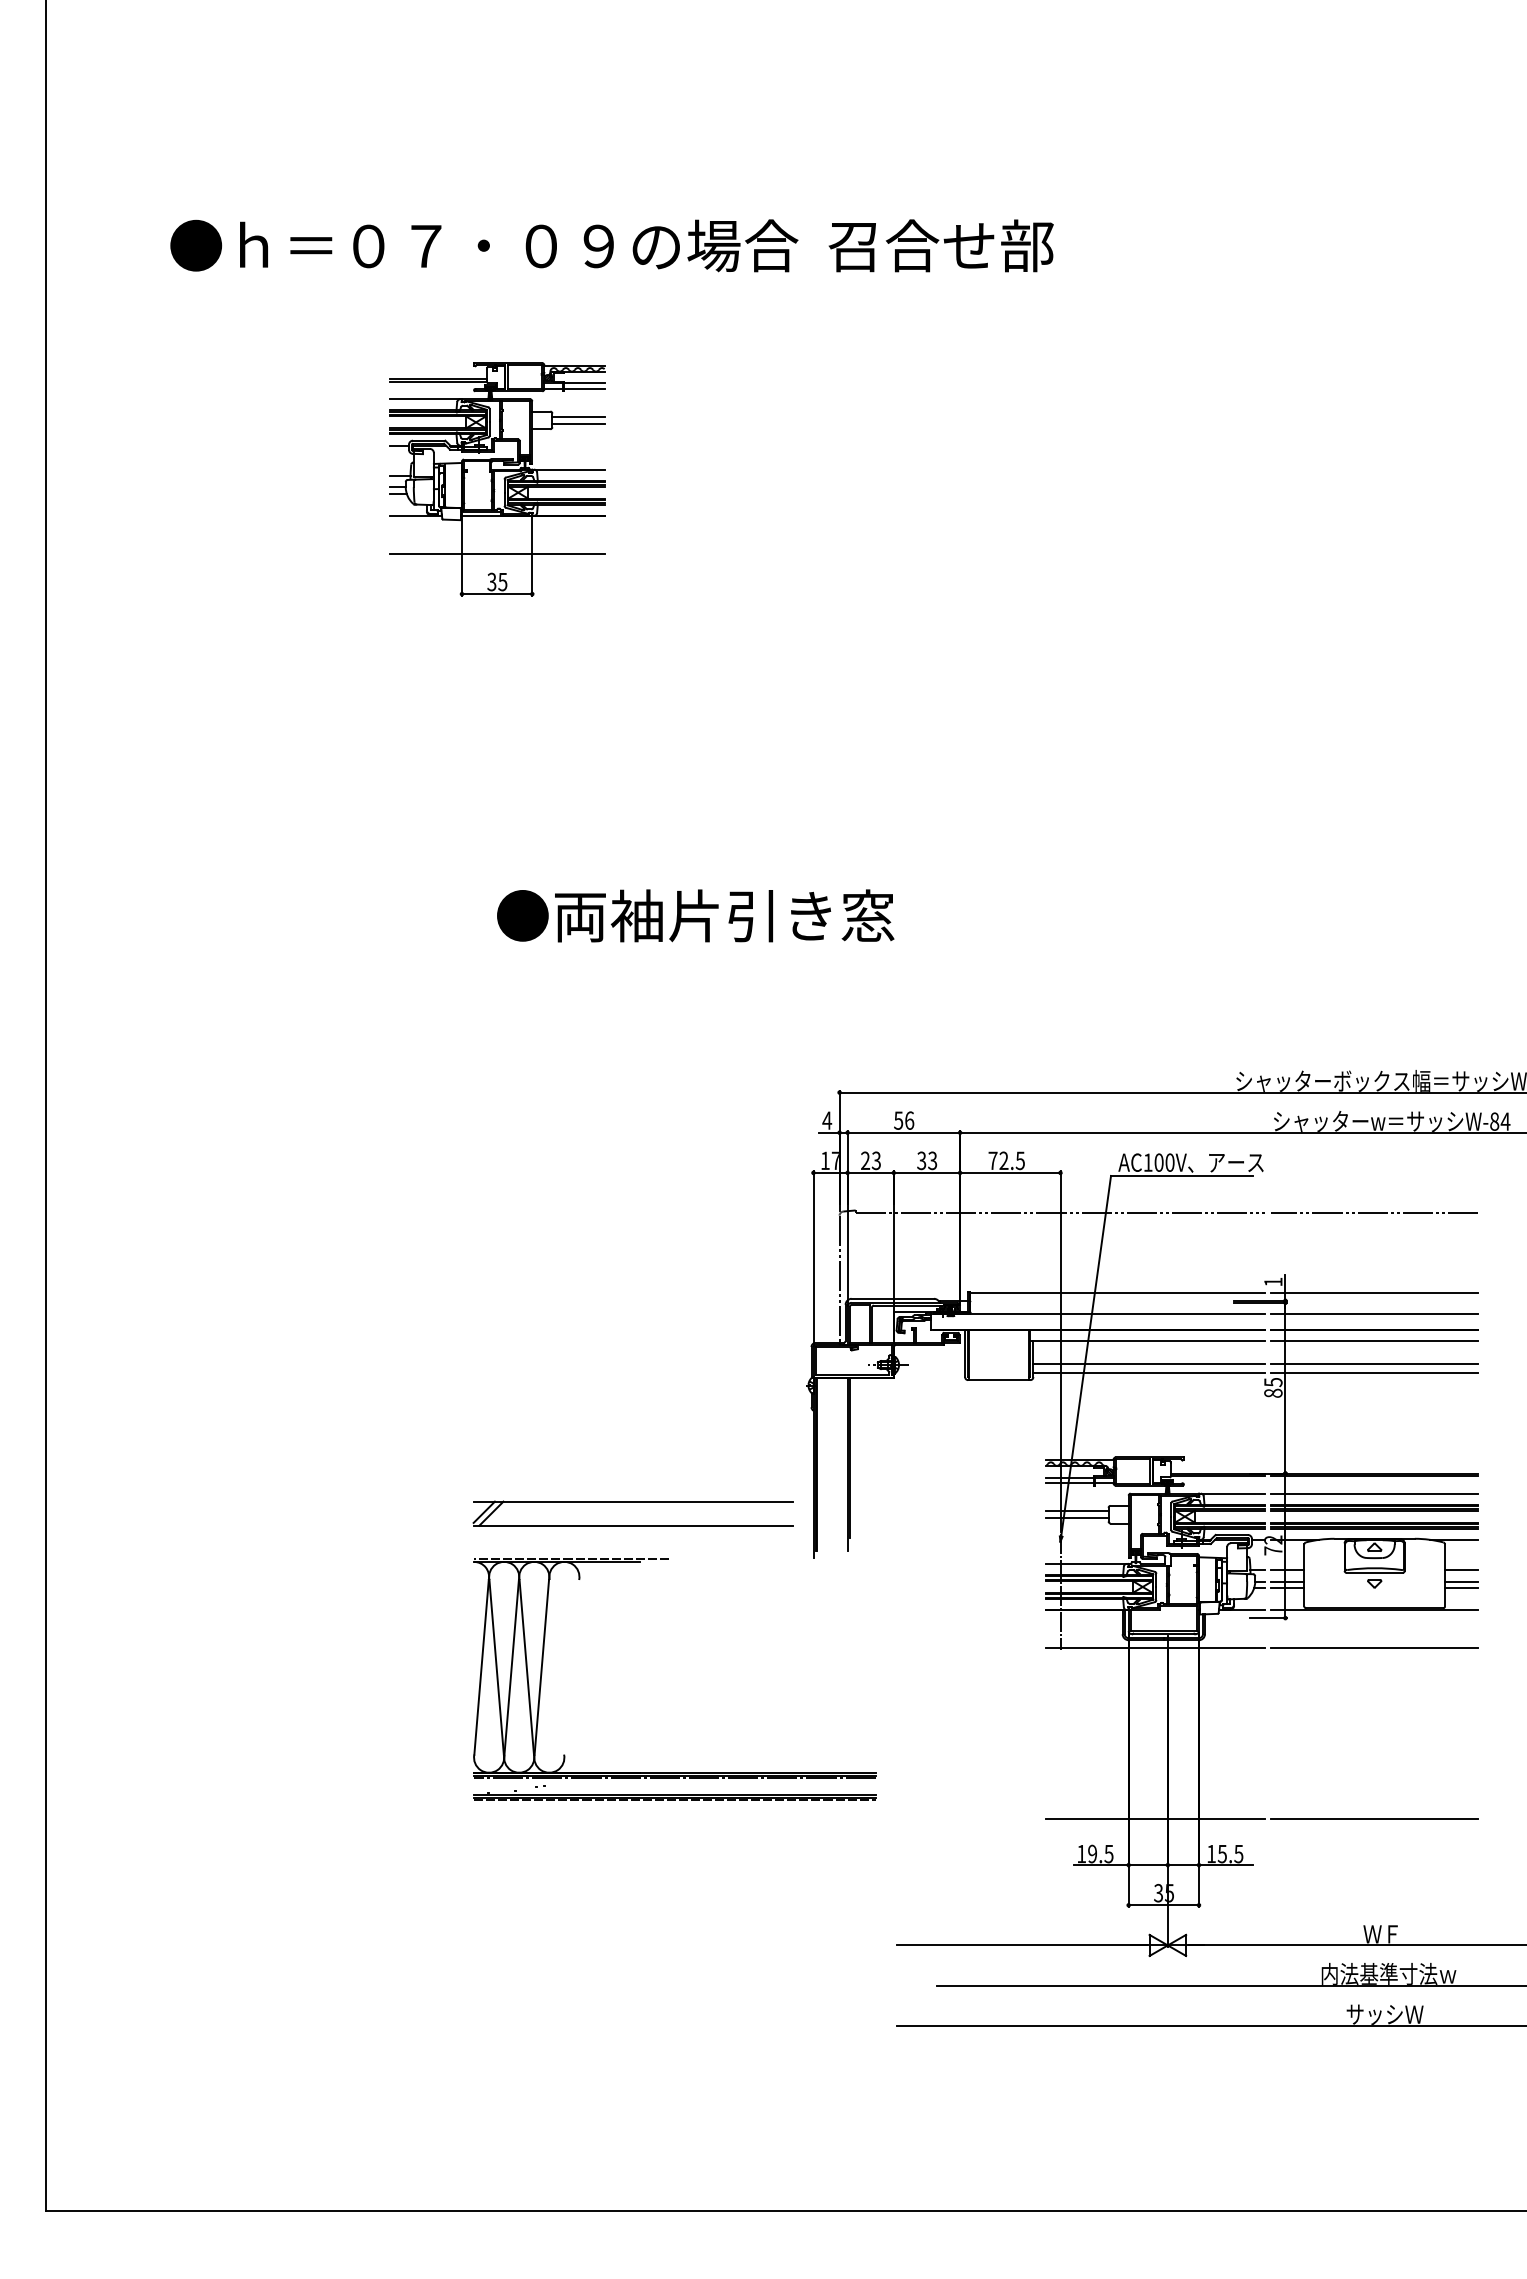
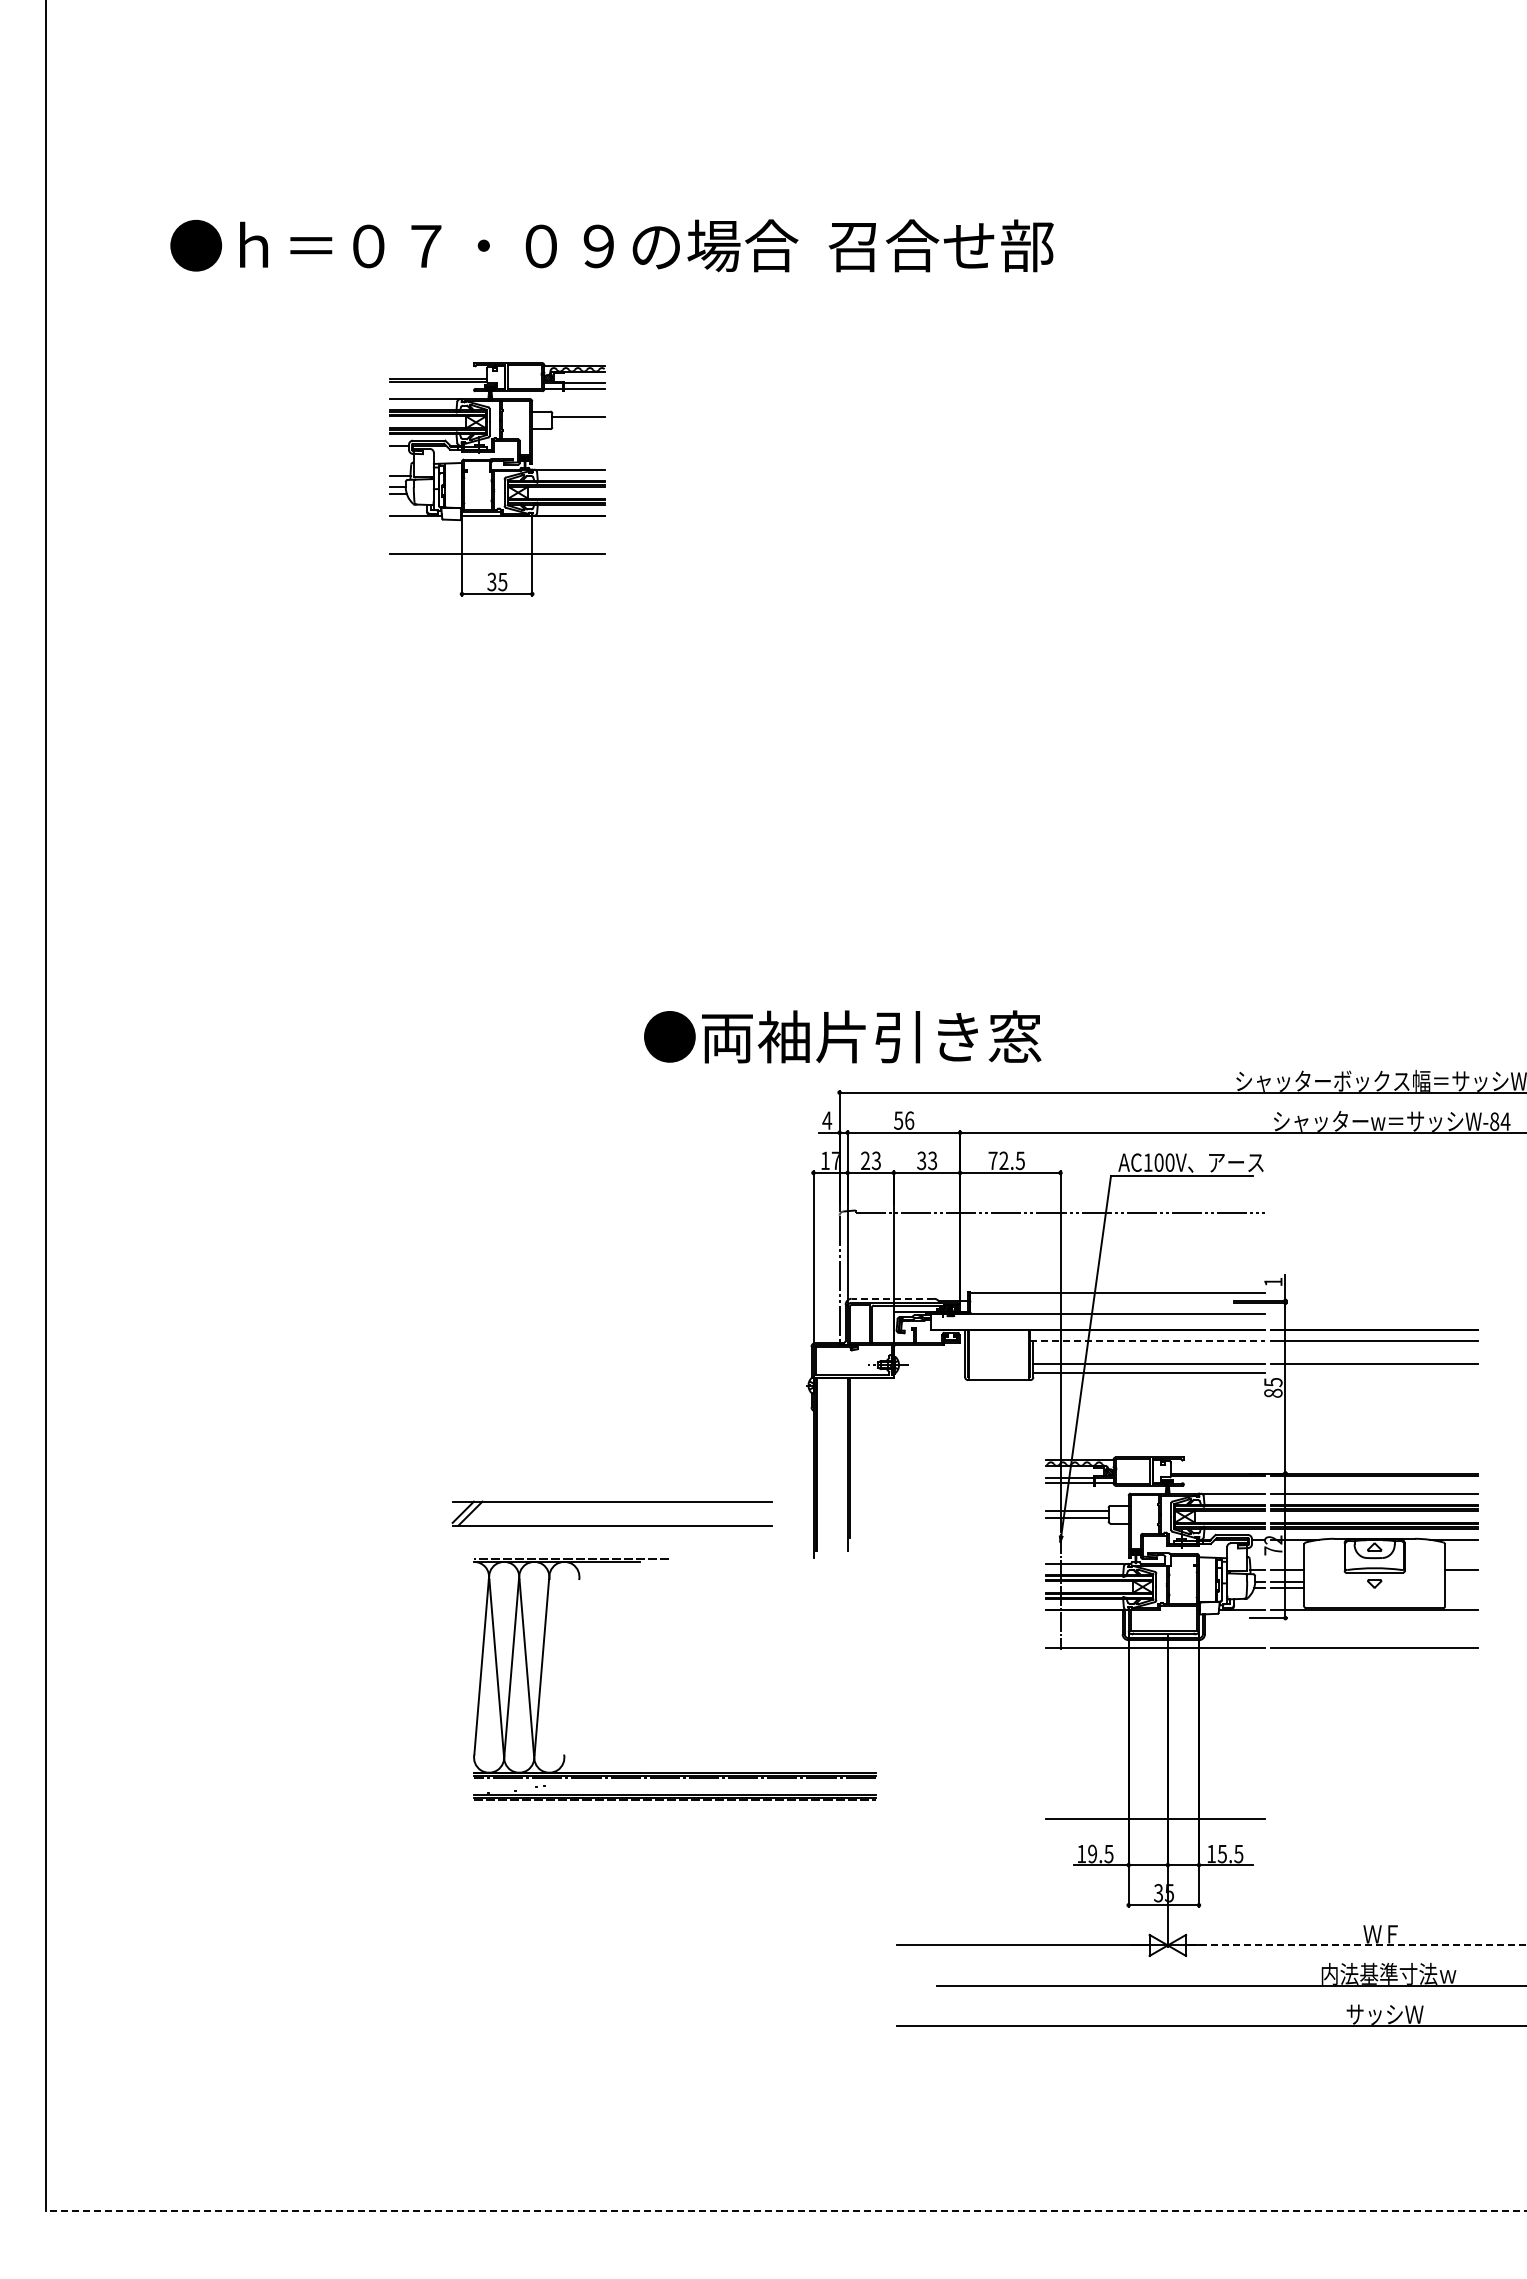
line at (578, 423): present -> none
text at (695, 915) position: (695, 915) -> (842, 1036)
line at (1374, 1213): present -> none
line at (1374, 1292): present -> none
line at (892, 1298): solid -> dashed
line at (1374, 1314): present -> none
line at (1148, 1340): solid -> dashed
line at (1374, 1373): present -> none
part at (632, 1502) position: (632, 1502) -> (611, 1502)
line at (1461, 1581): present -> none
line at (1461, 1588): present -> none
line at (1374, 1818): present -> none
line at (1357, 1945): solid -> dashed
line at (785, 2210): solid -> dashed
